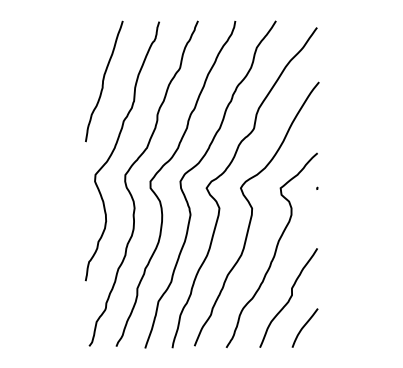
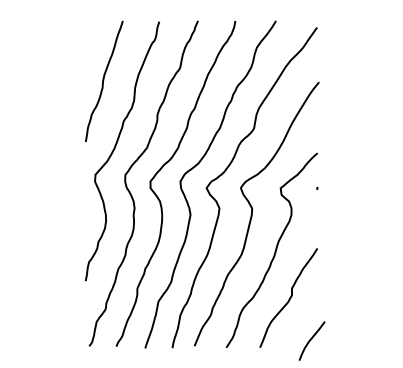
curve at (304, 327) position: (304, 327) -> (311, 340)
